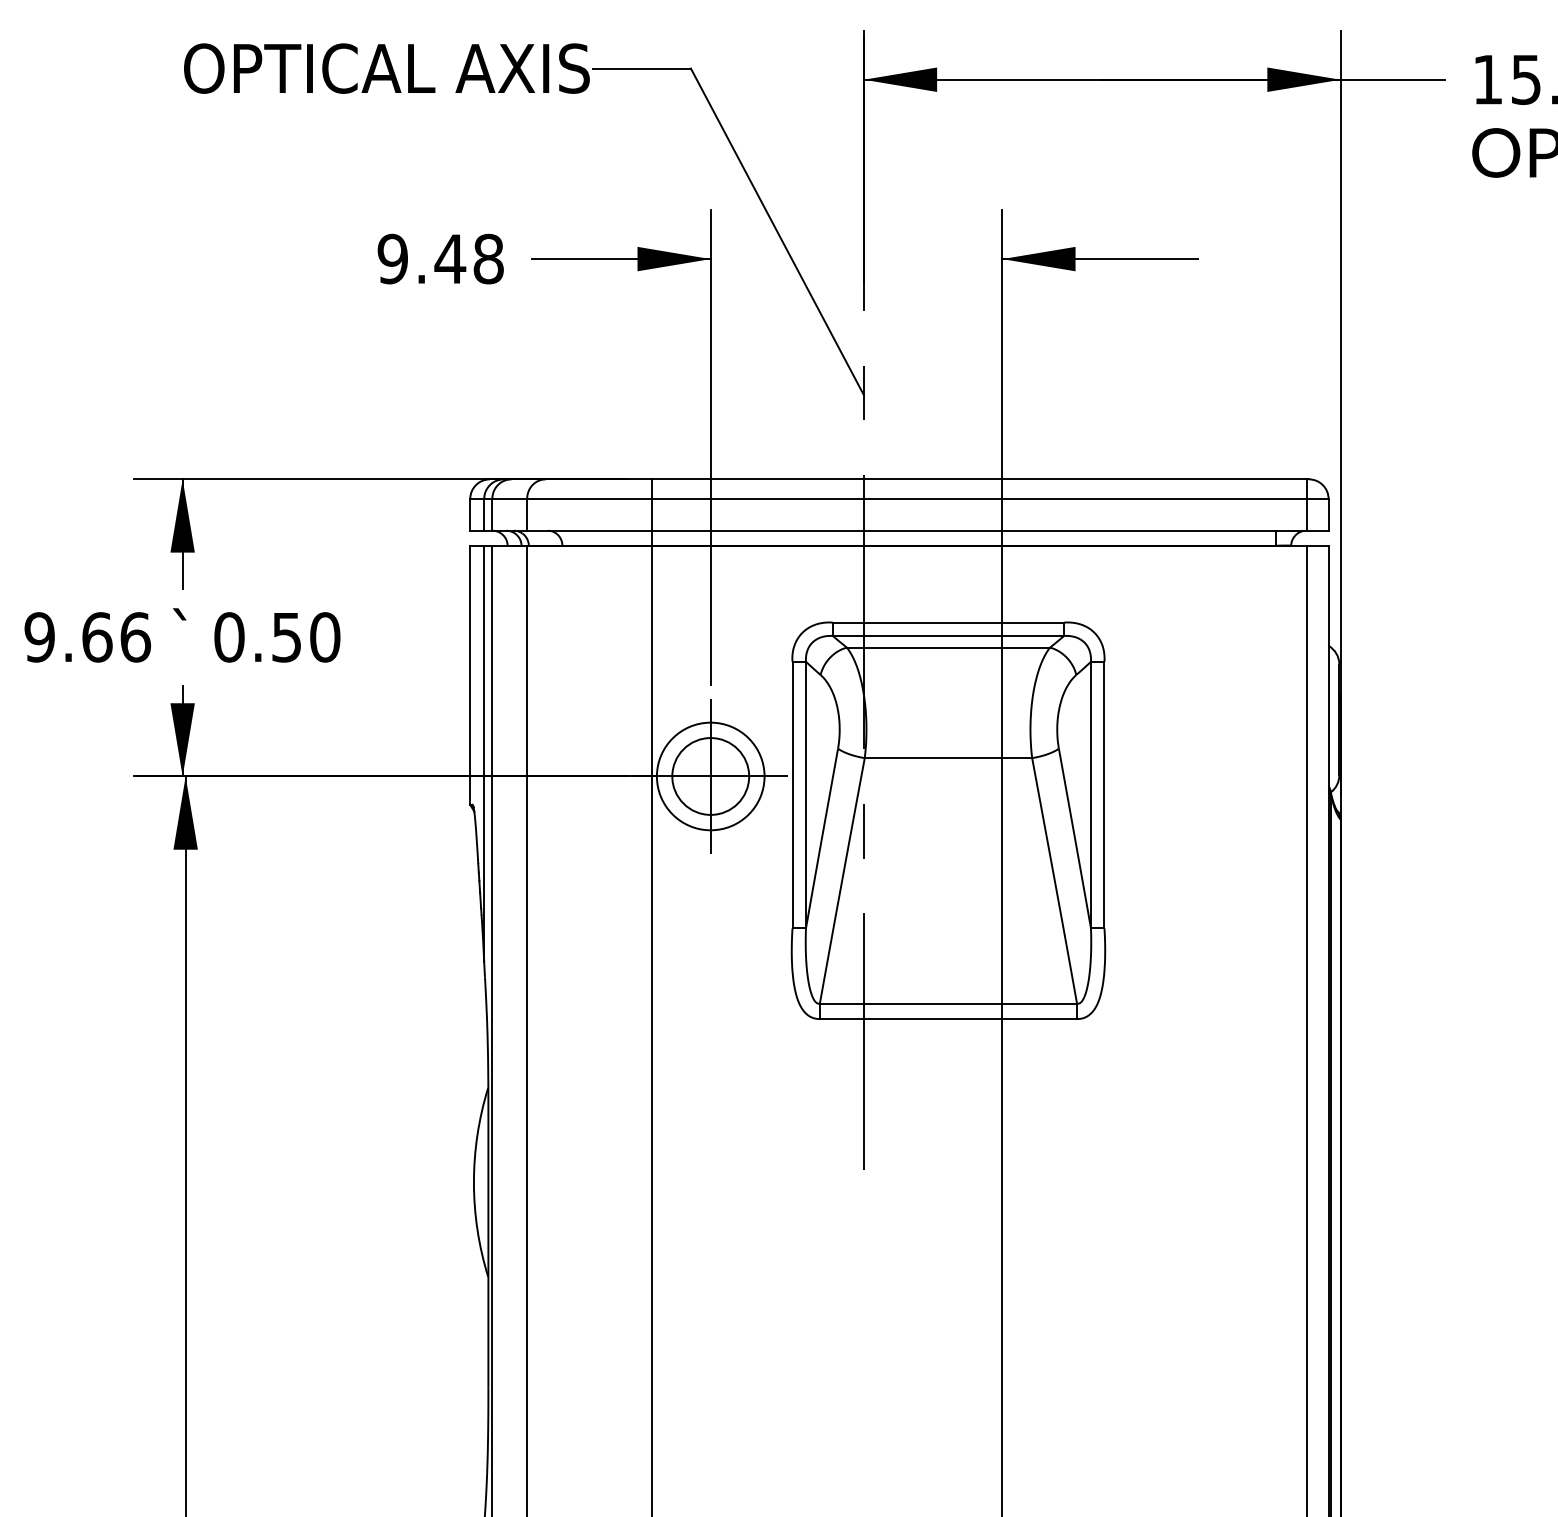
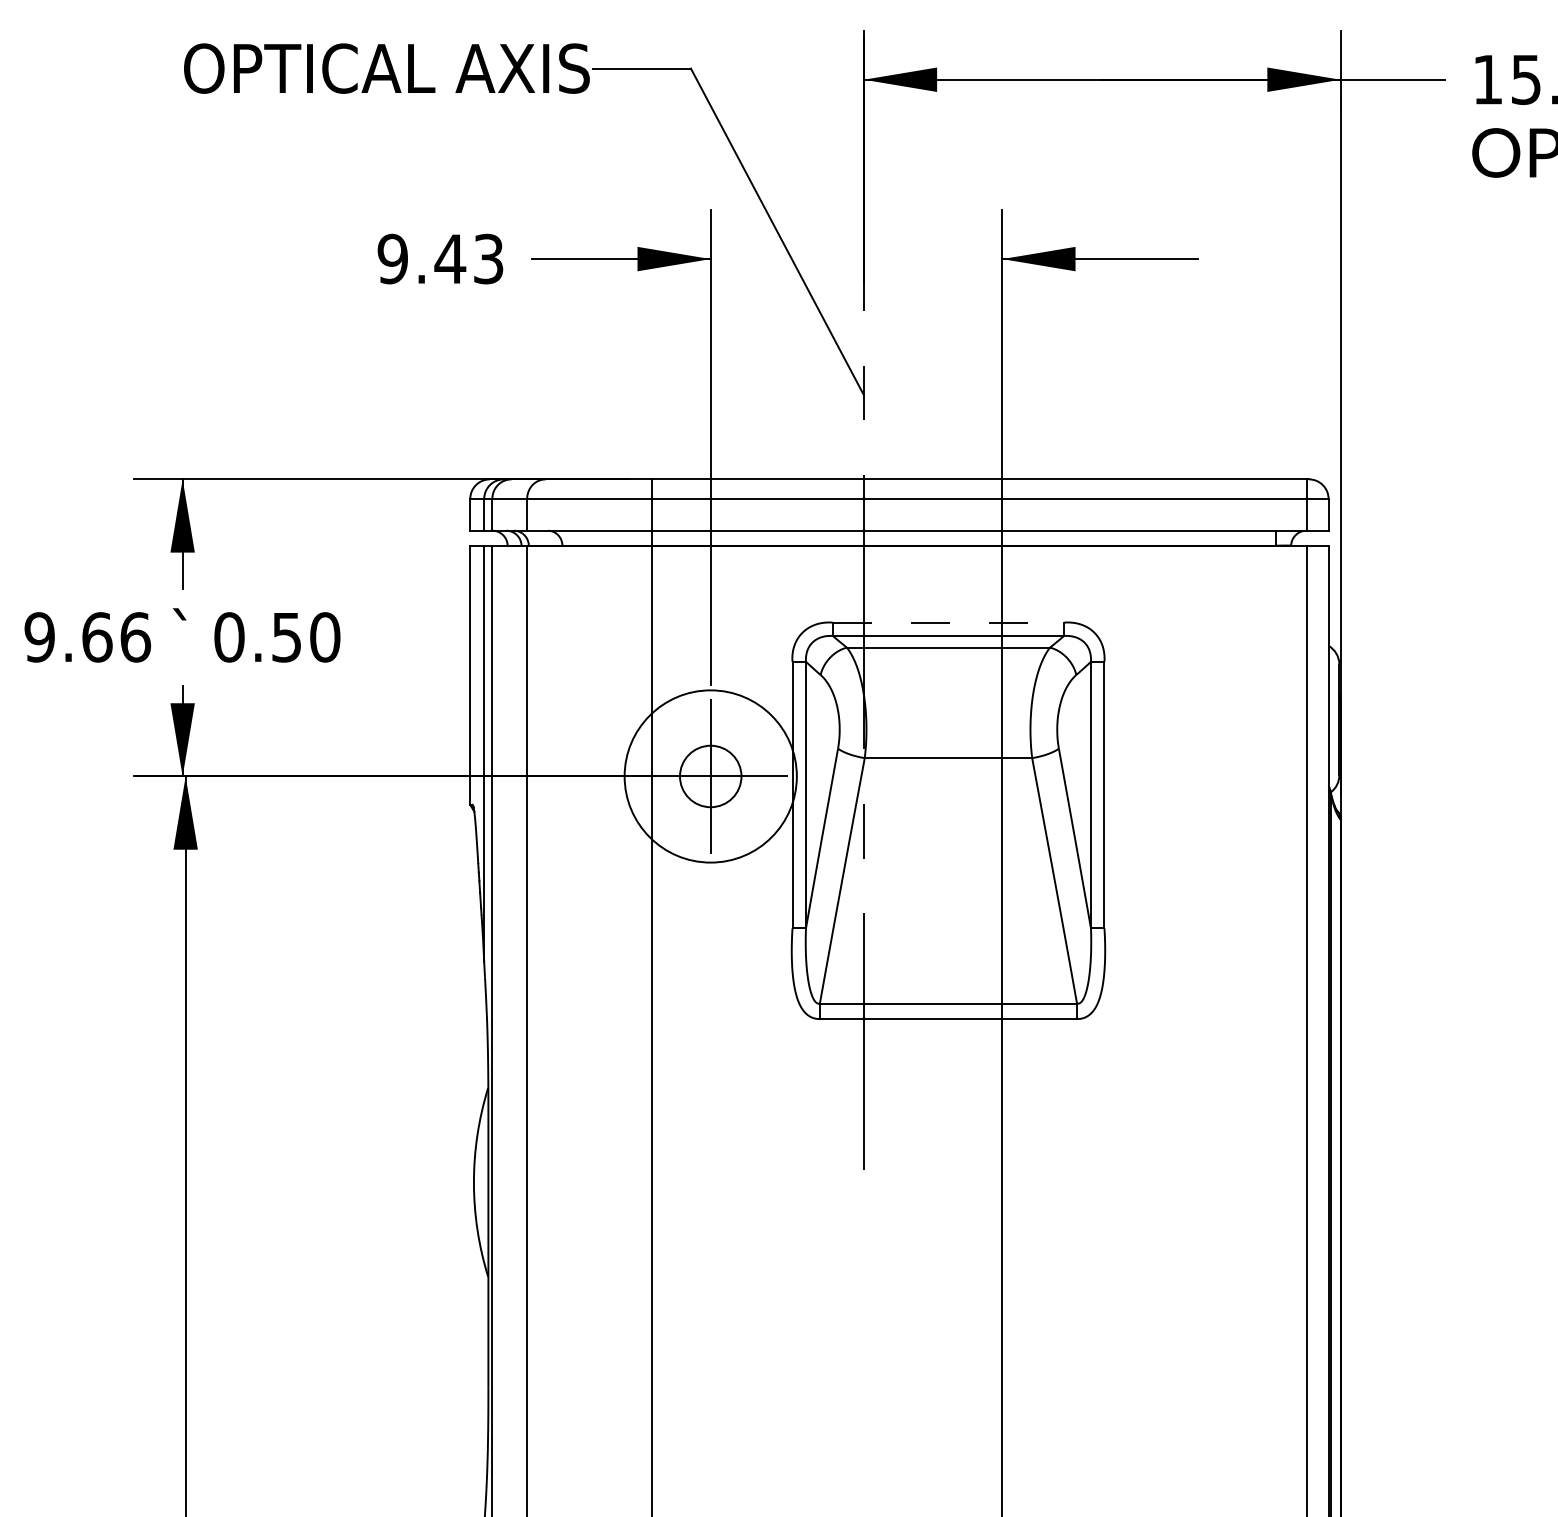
text at (488, 258): 9.48 -> 9.43
line at (948, 622): solid -> dashed
circle at (710, 776) diameter: 108 px -> 172 px
circle at (710, 776) diameter: 77 px -> 61 px
